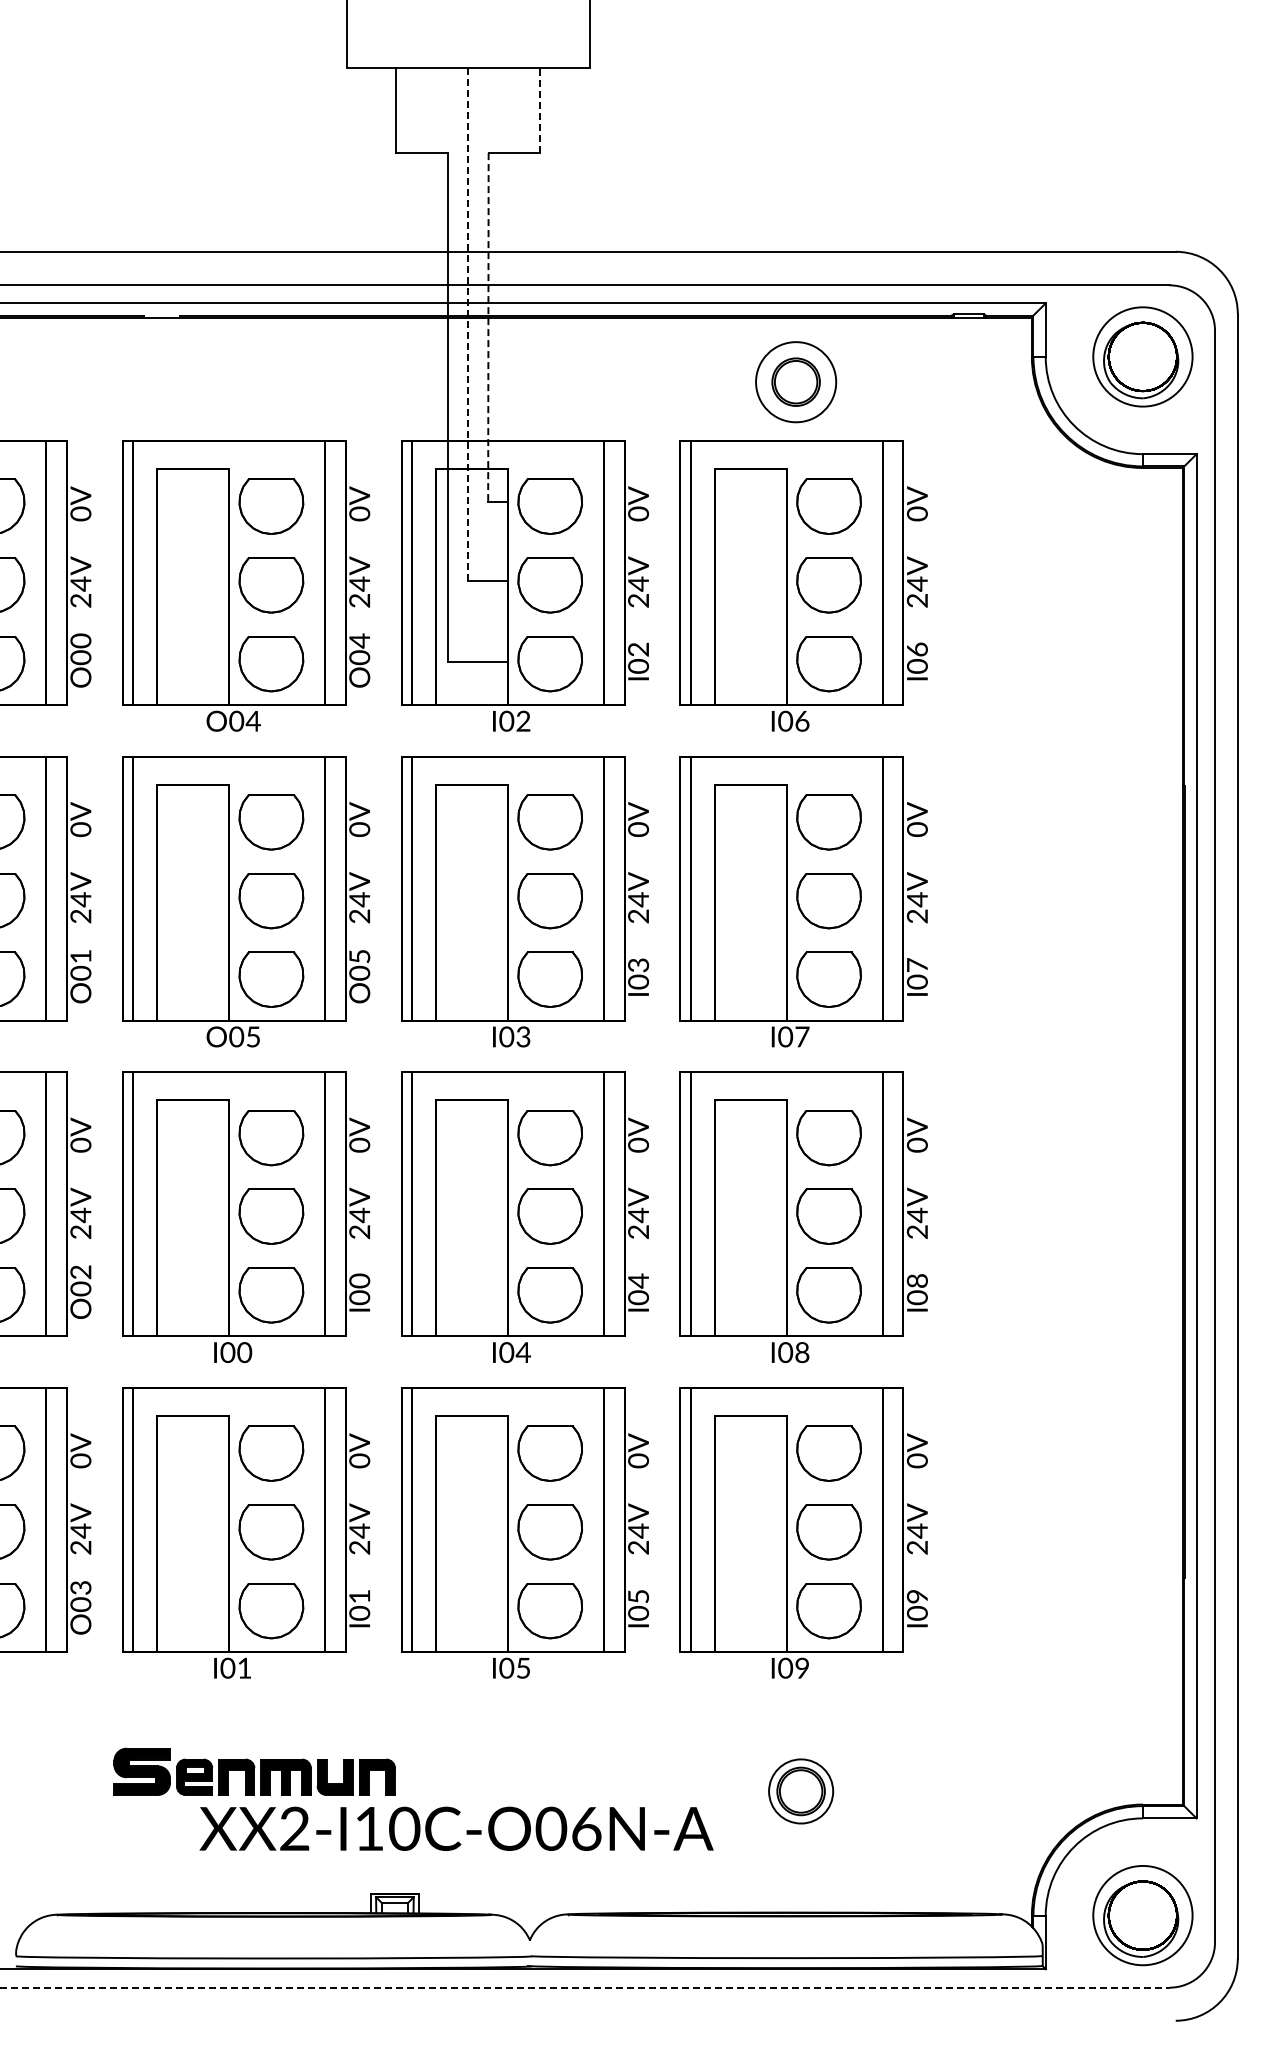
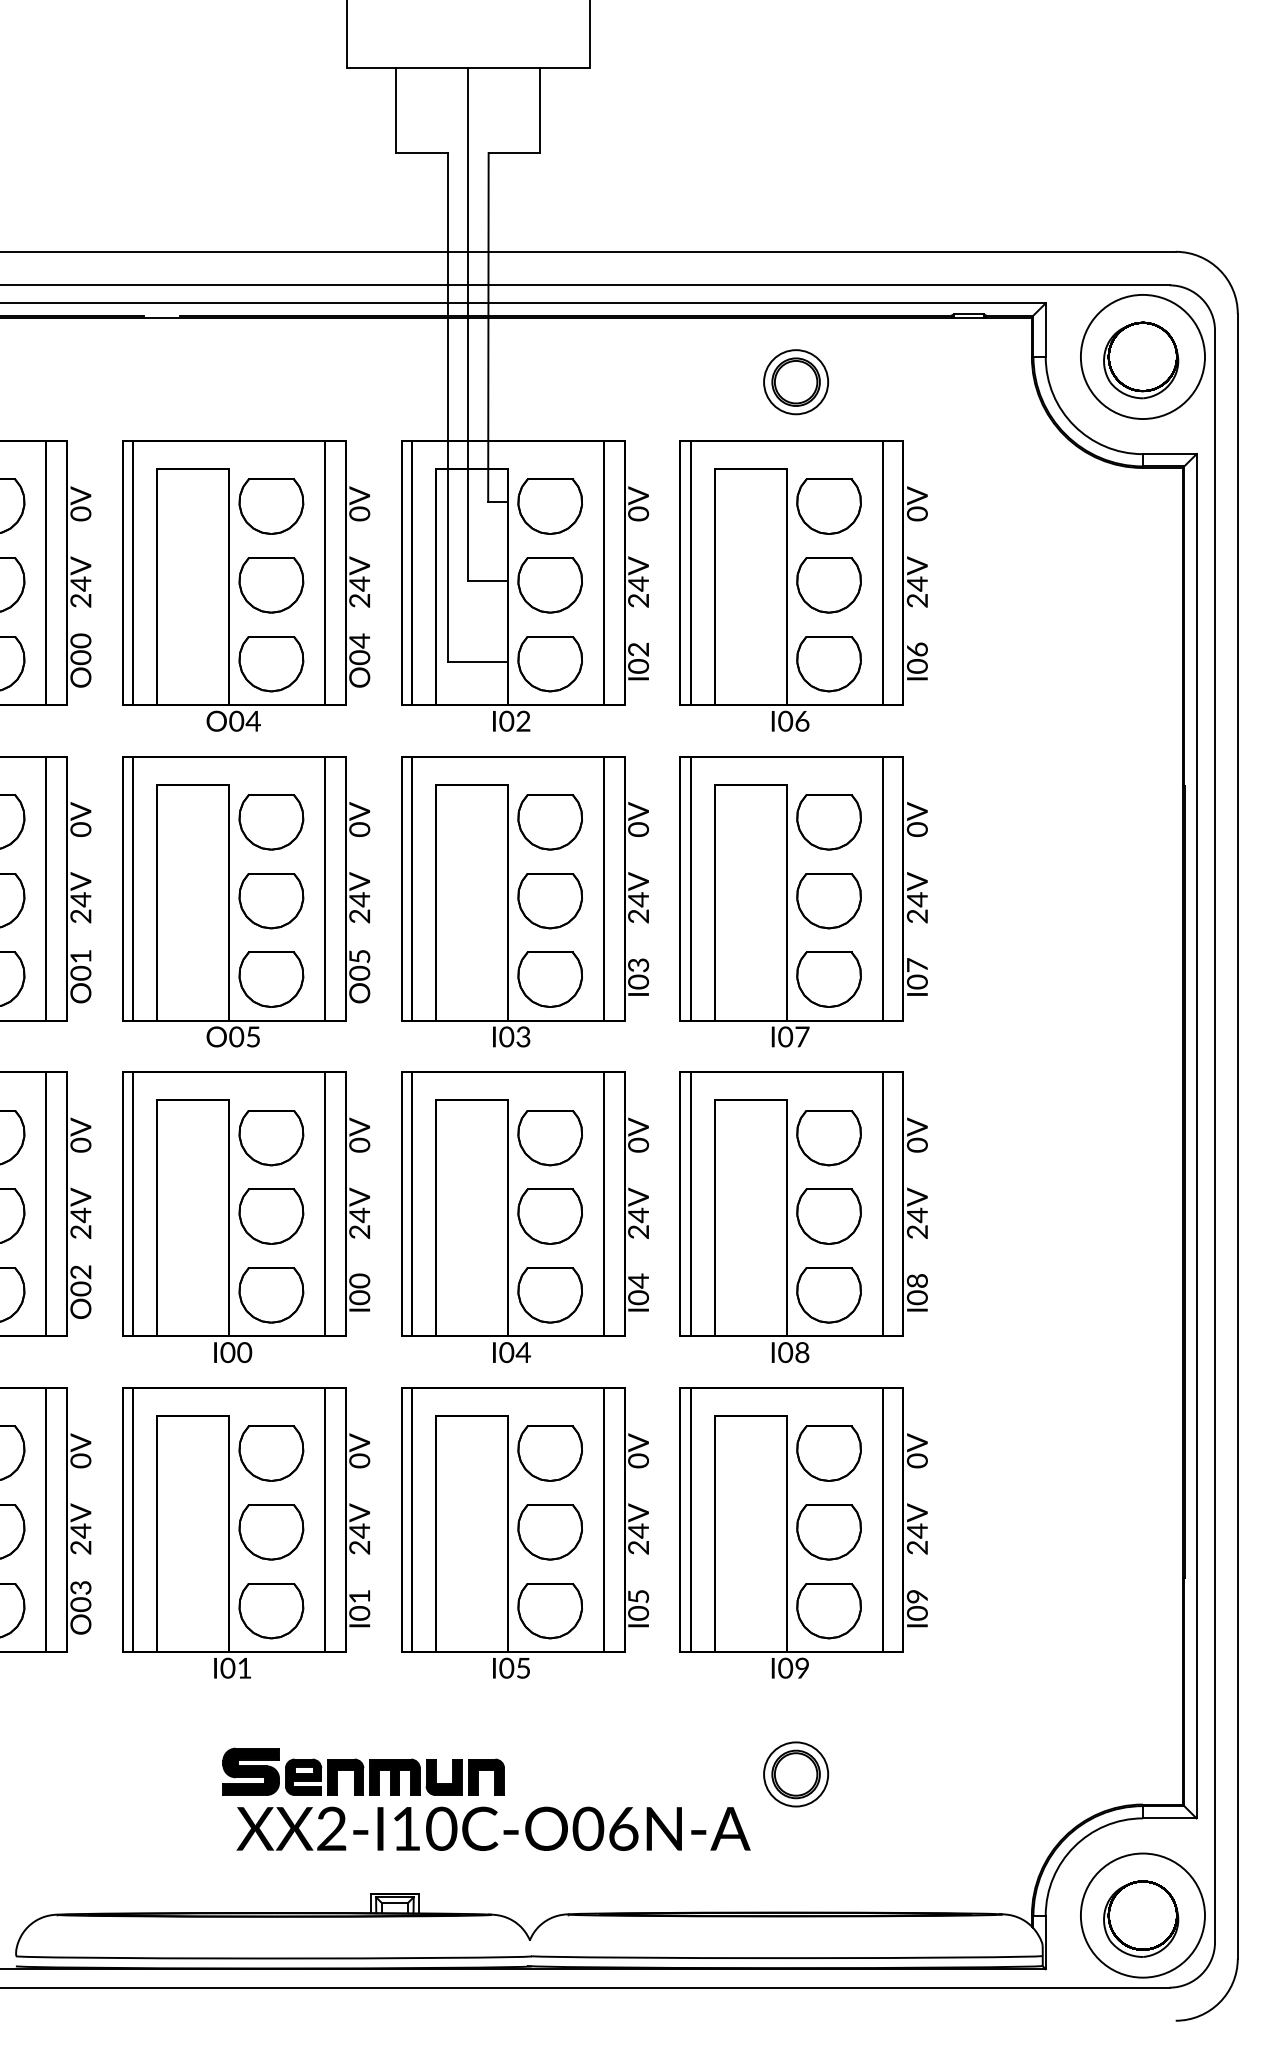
line at (540, 110): dashed -> solid
line at (468, 324): dashed -> solid
line at (488, 328): dashed -> solid
circle at (1142, 356) diameter: 99 px -> 124 px
circle at (796, 382) diameter: 80 px -> 64 px
part at (254, 1771) position: (254, 1771) -> (363, 1771)
part at (801, 1791) position: (801, 1791) -> (796, 1774)
text at (456, 1828) position: (456, 1828) -> (493, 1828)
circle at (1142, 1915) diameter: 99 px -> 124 px
line at (584, 1987): dashed -> solid
